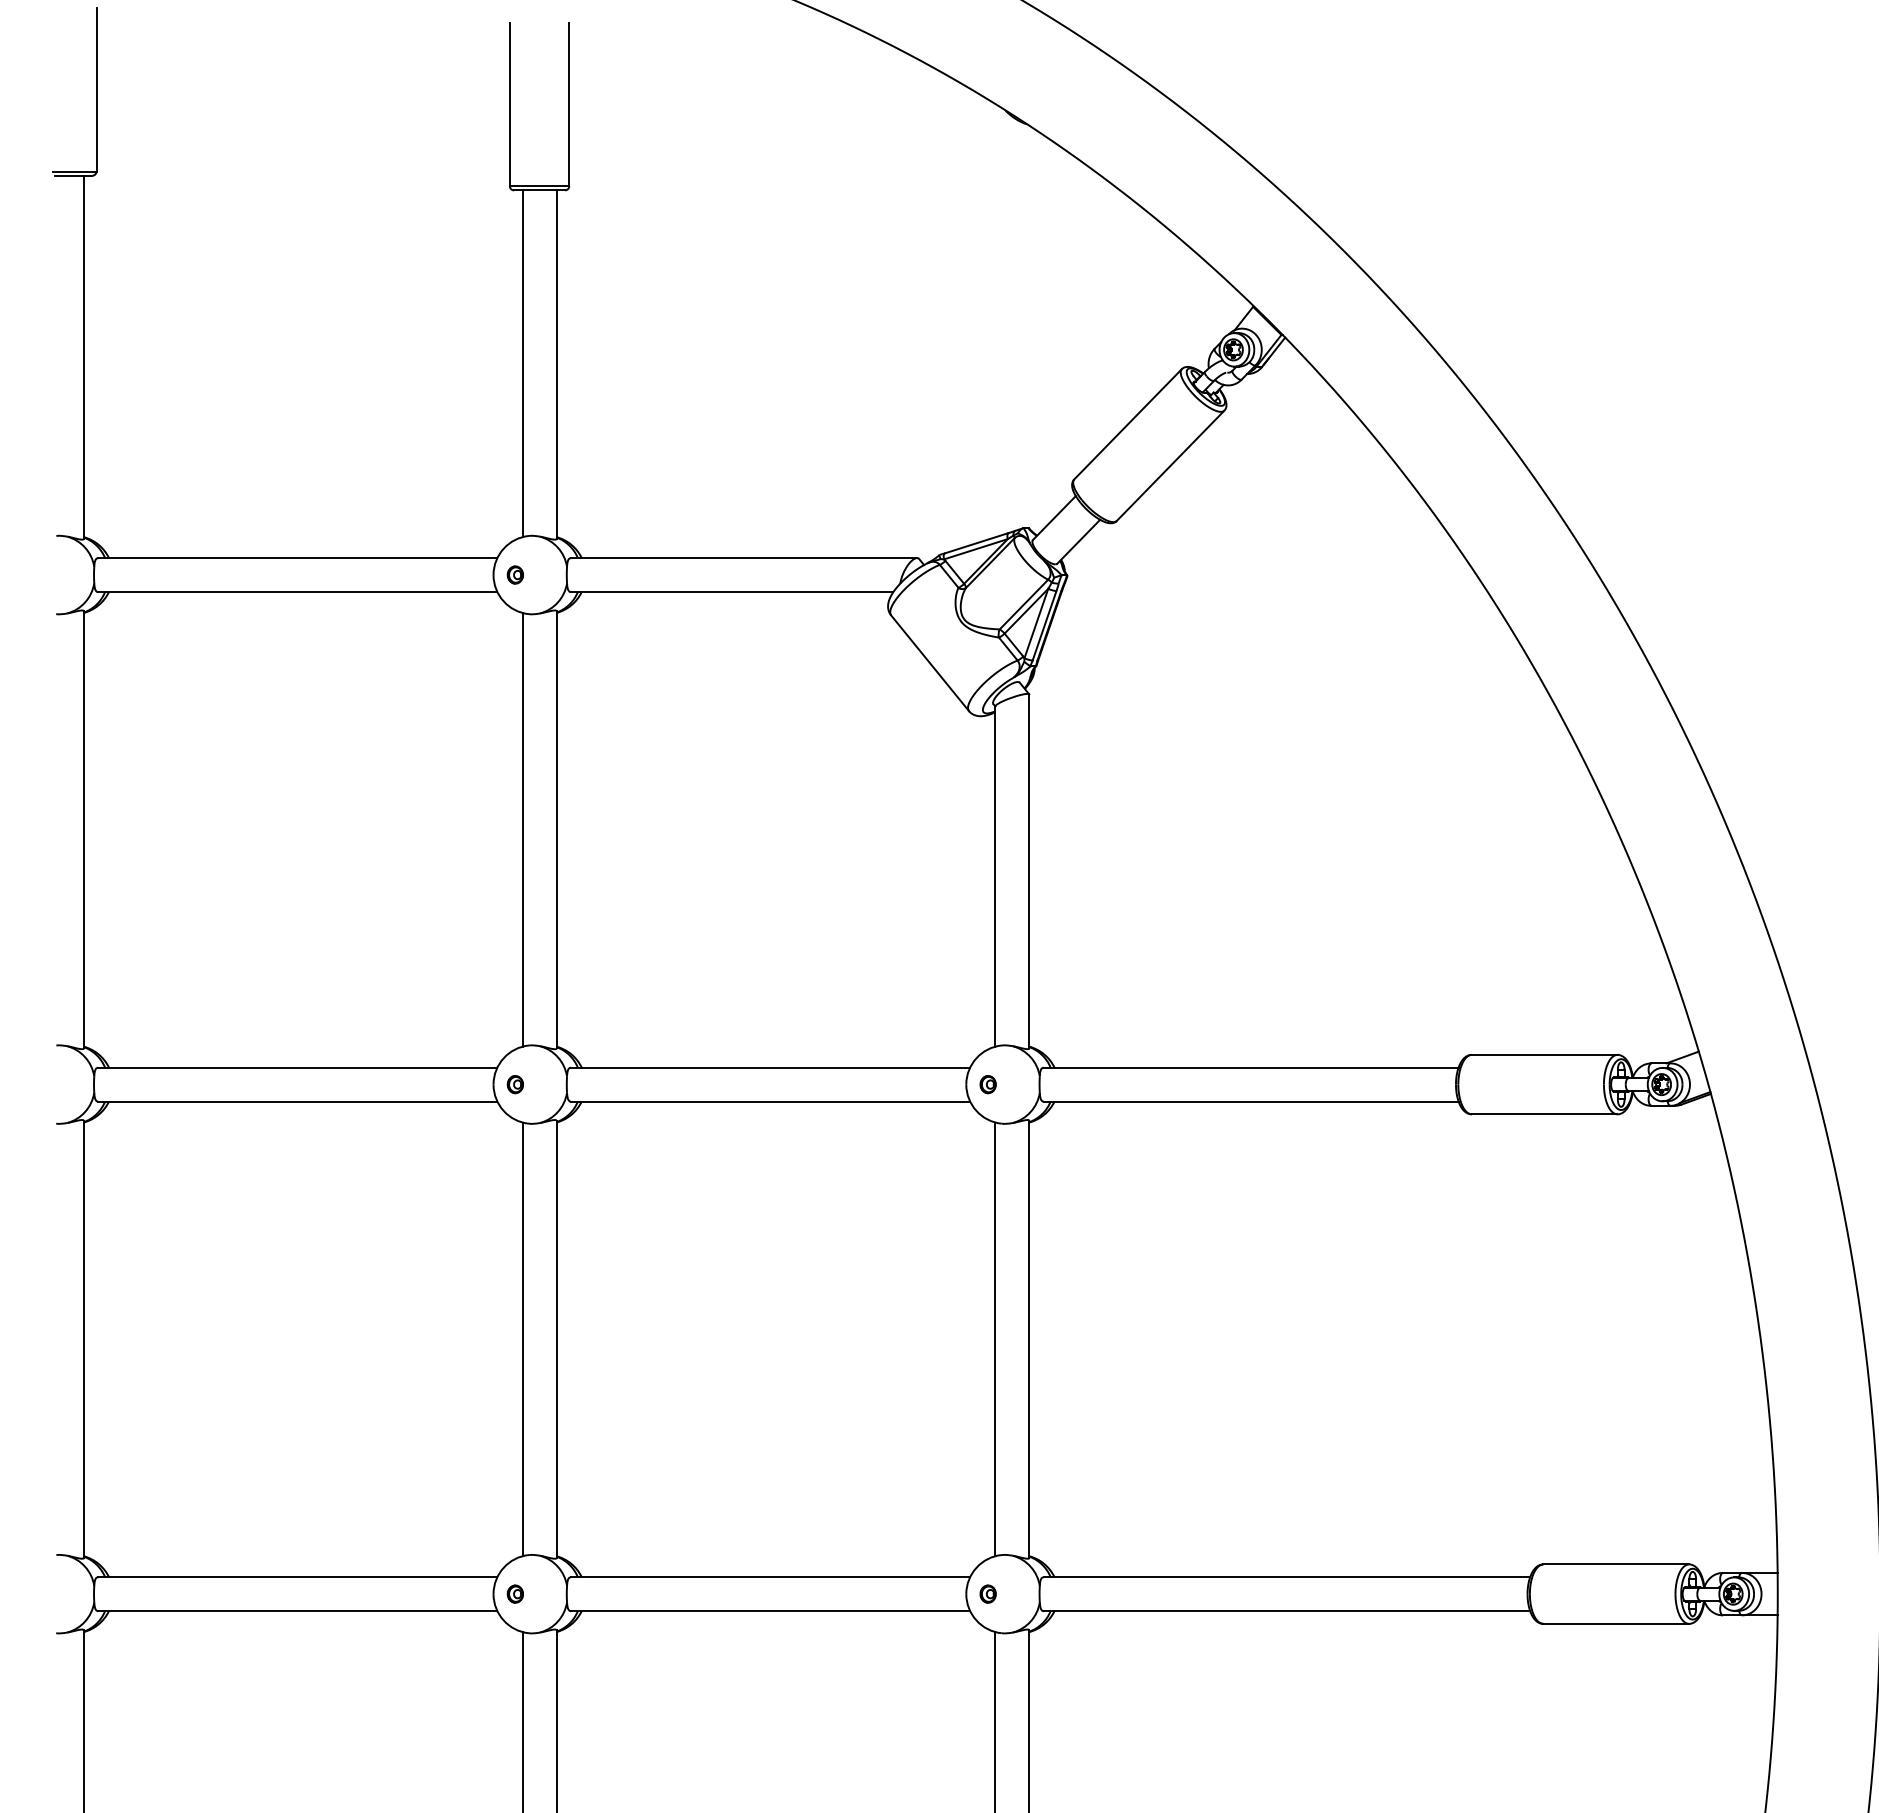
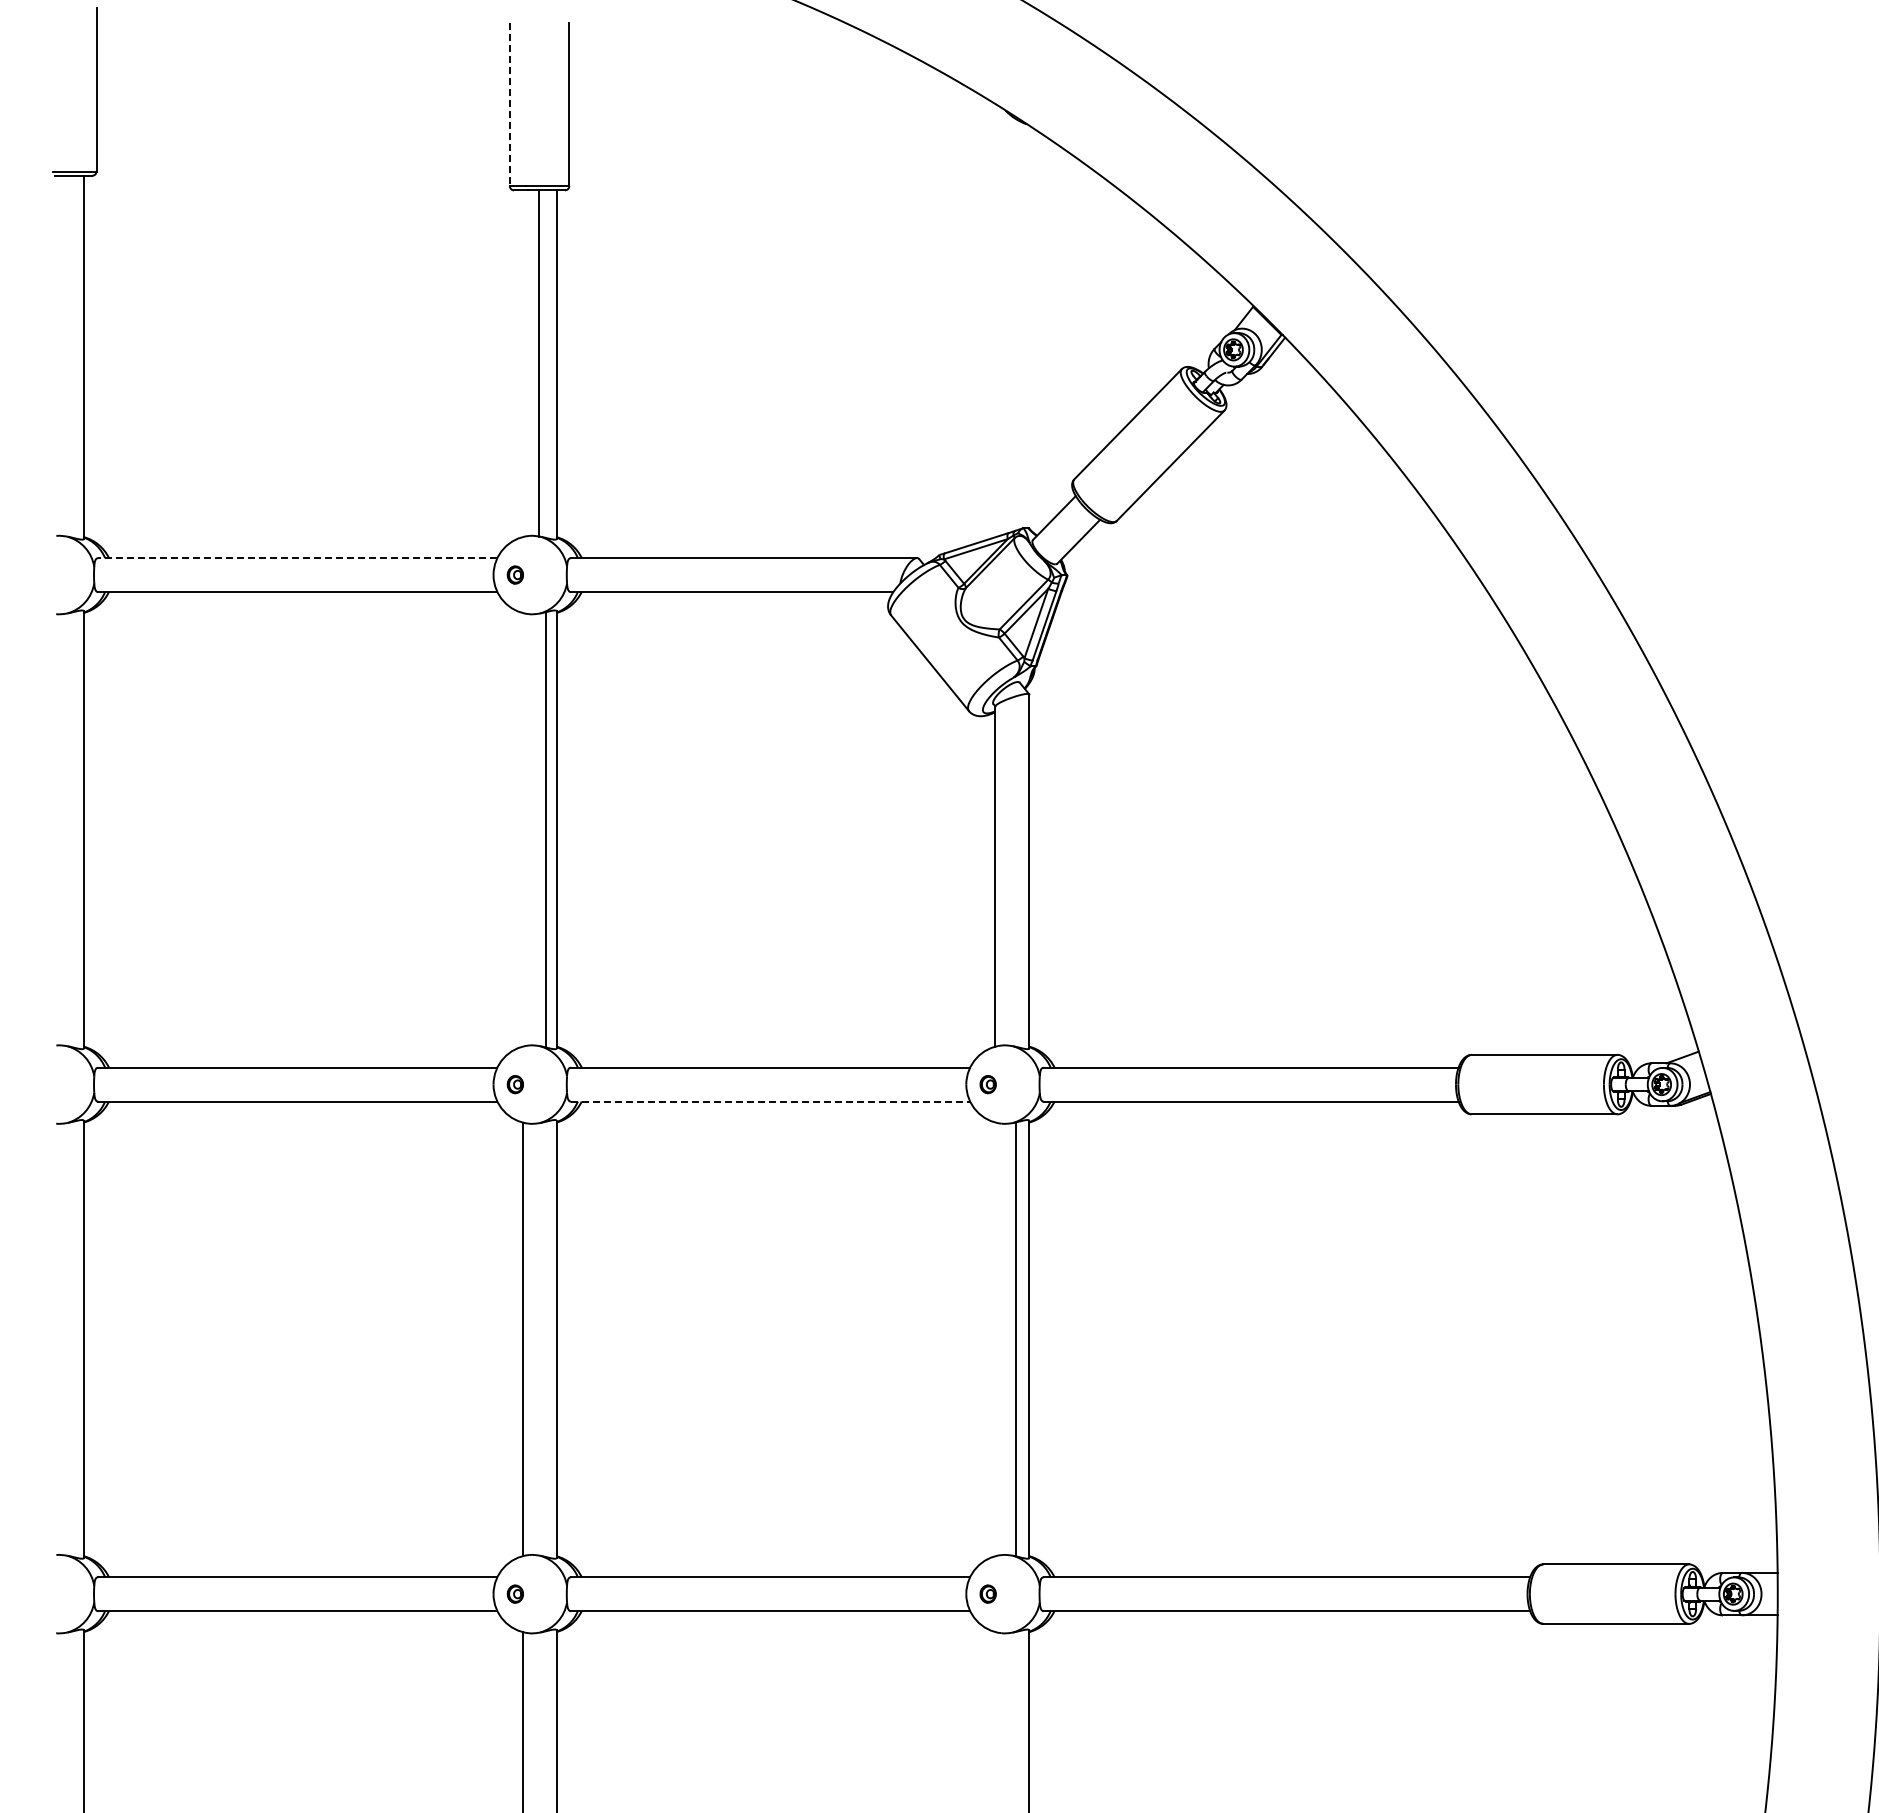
line at (509, 104): solid -> dashed
line at (522, 363) position: (522, 363) -> (538, 363)
line at (297, 558): solid -> dashed
line at (522, 829) position: (522, 829) -> (545, 829)
line at (770, 1101): solid -> dashed
line at (995, 1339) position: (995, 1339) -> (1016, 1339)
line at (995, 1720): present -> none
